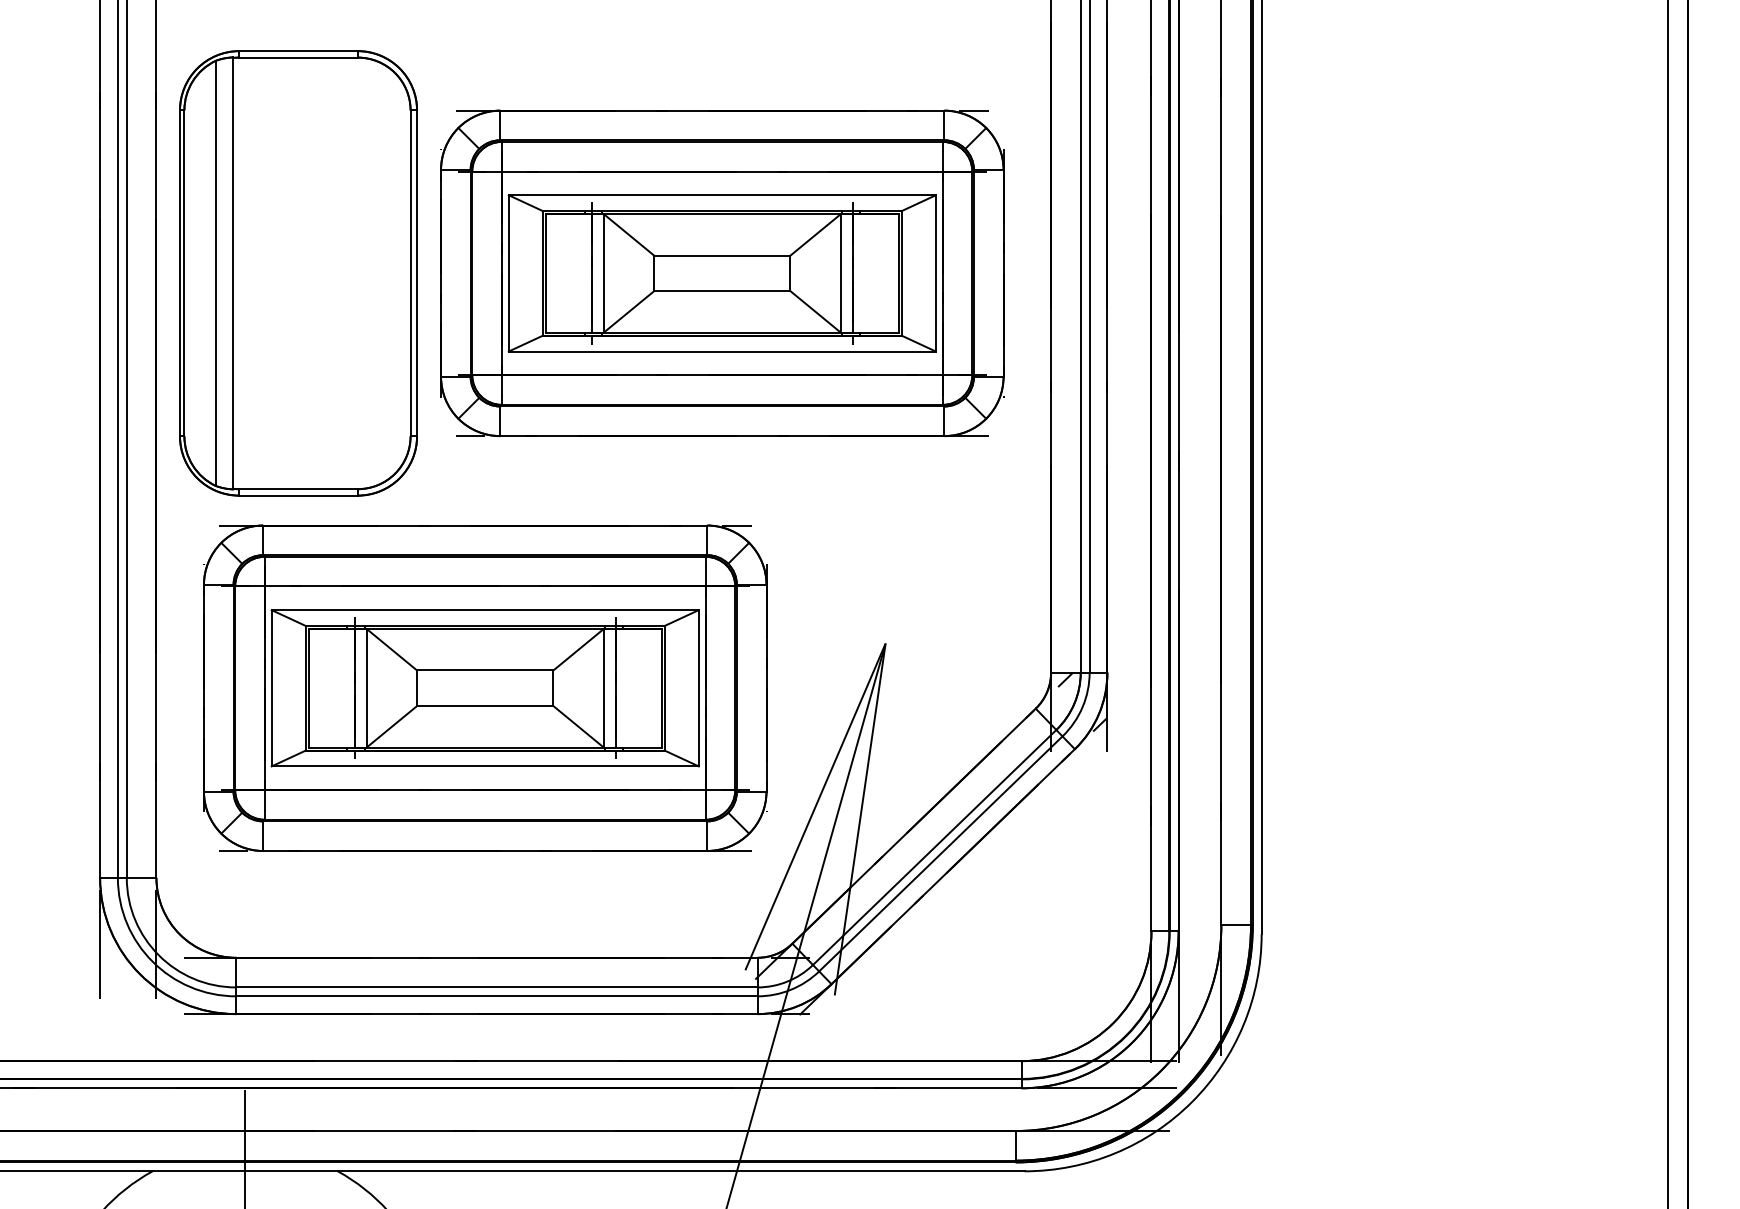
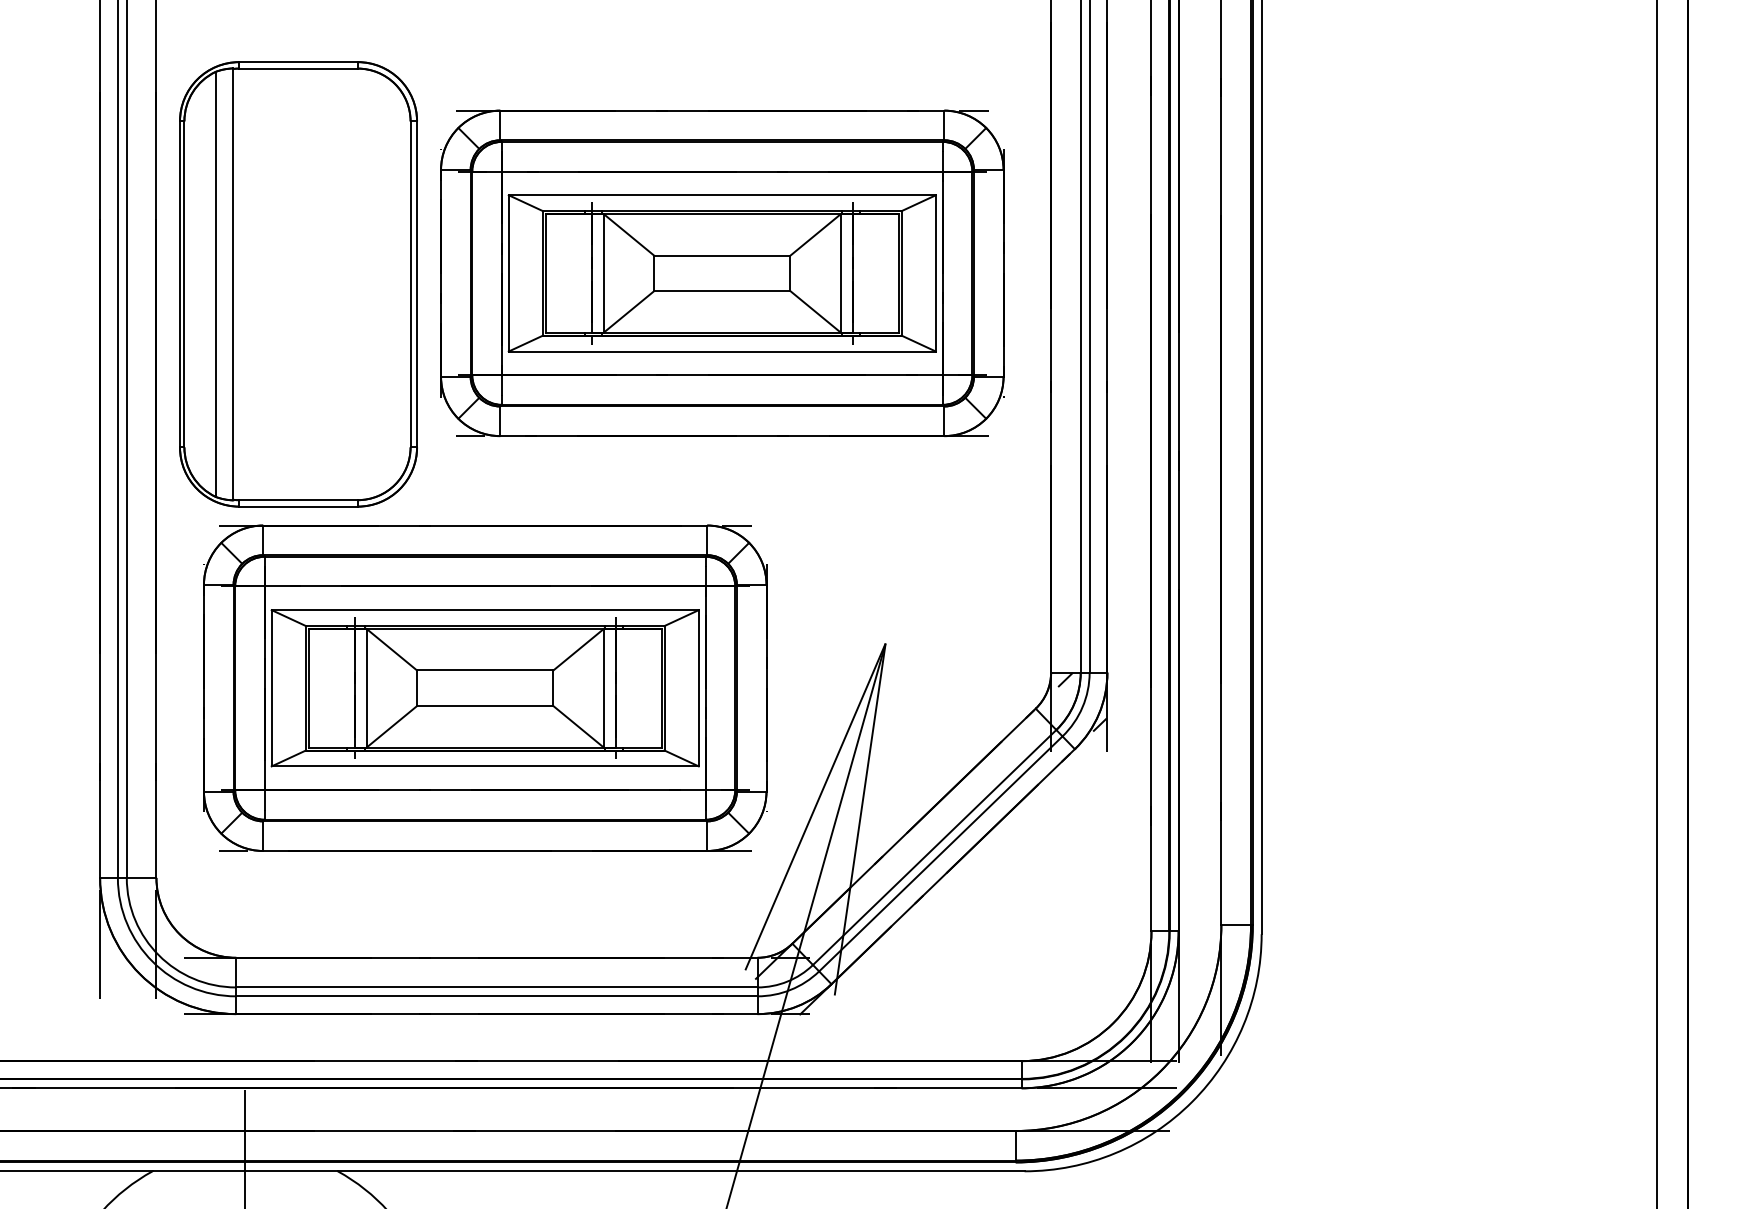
part at (298, 273) position: (298, 273) -> (298, 284)
line at (1667, 603) position: (1667, 603) -> (1656, 603)
